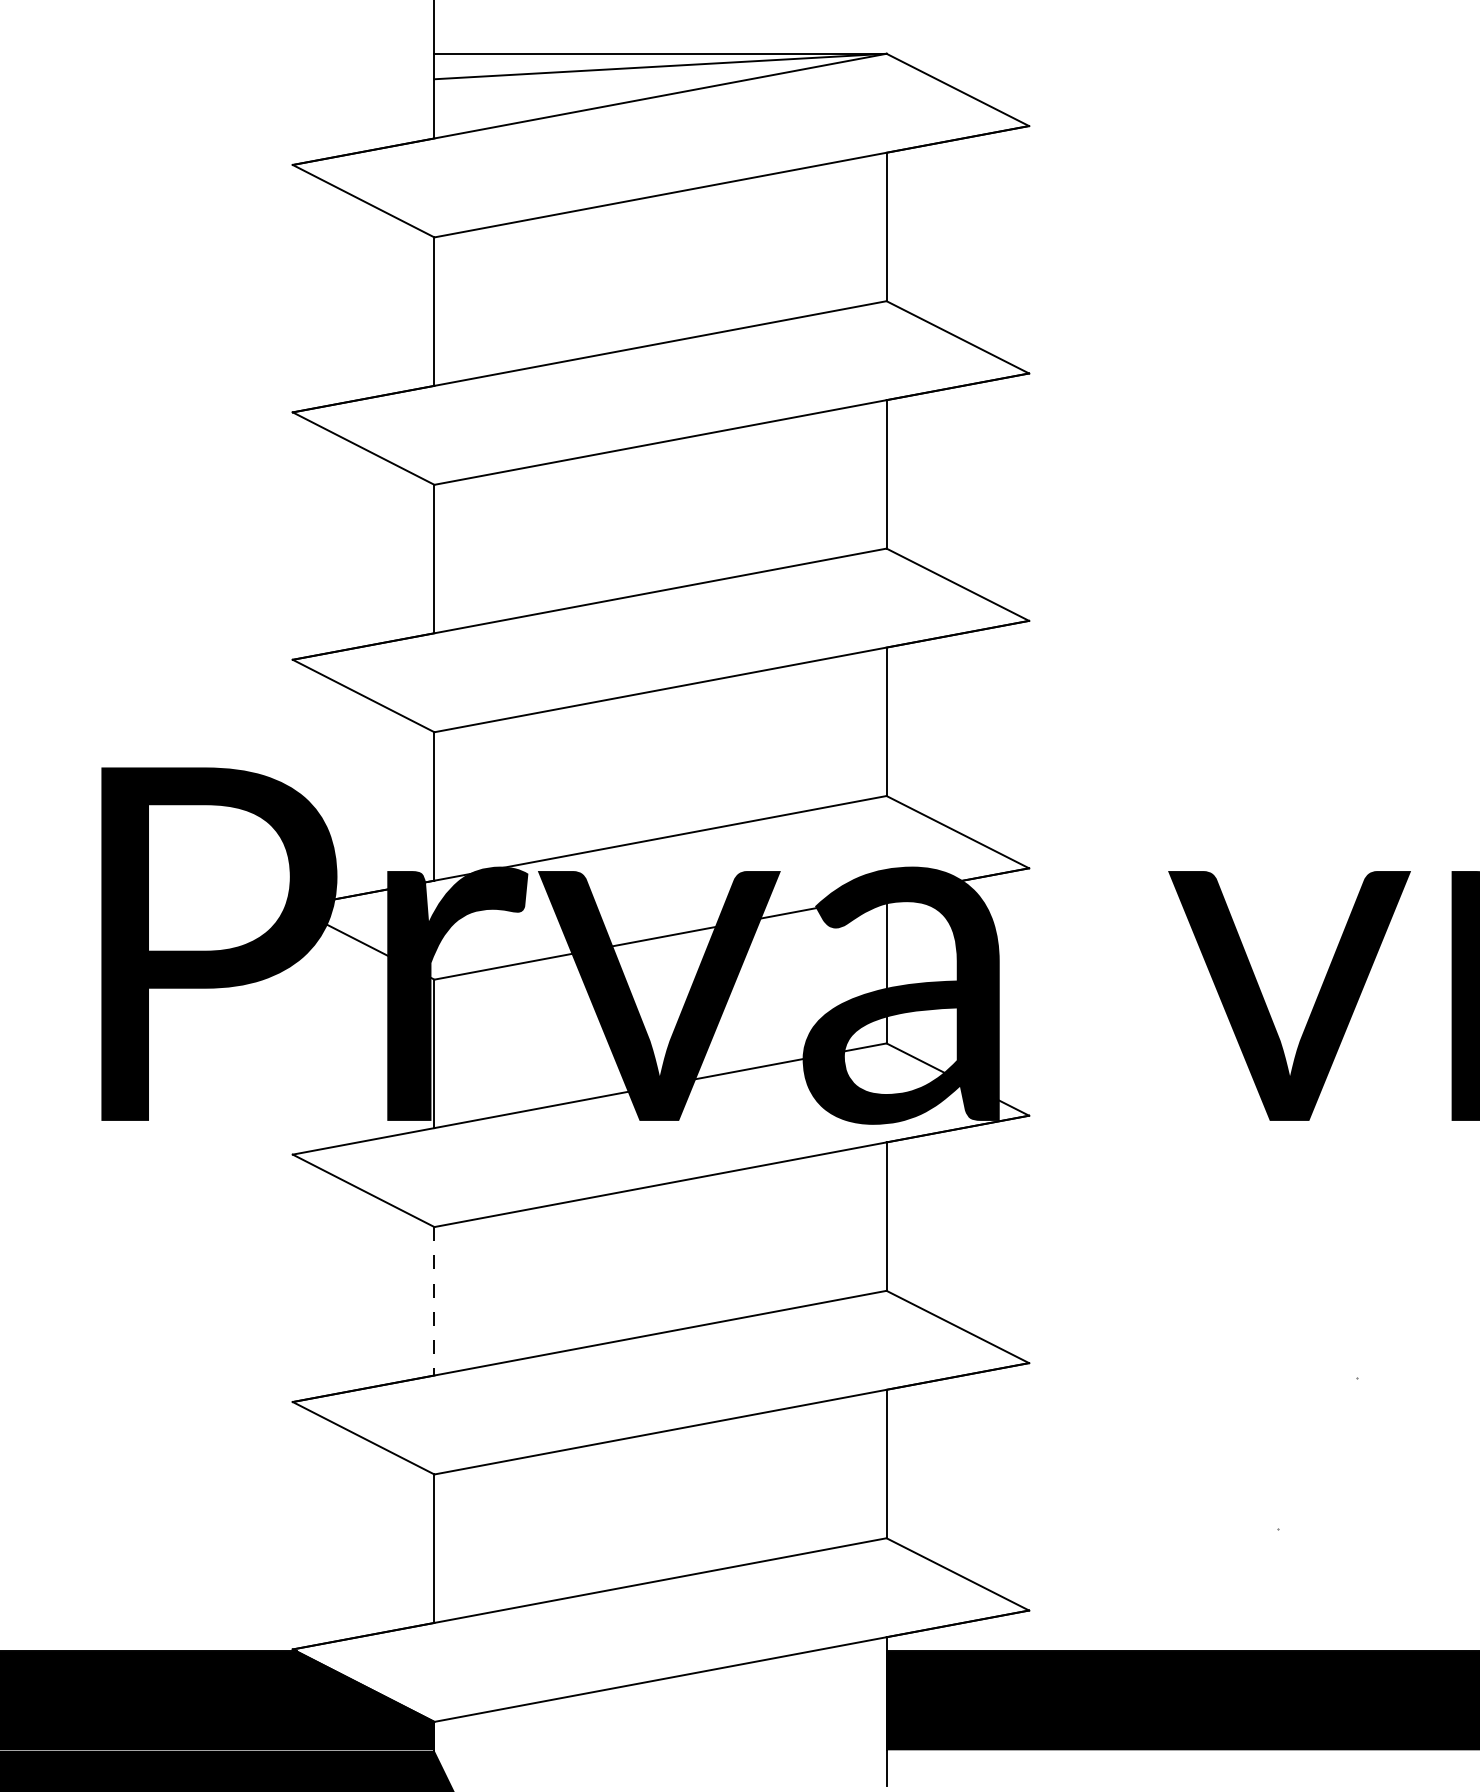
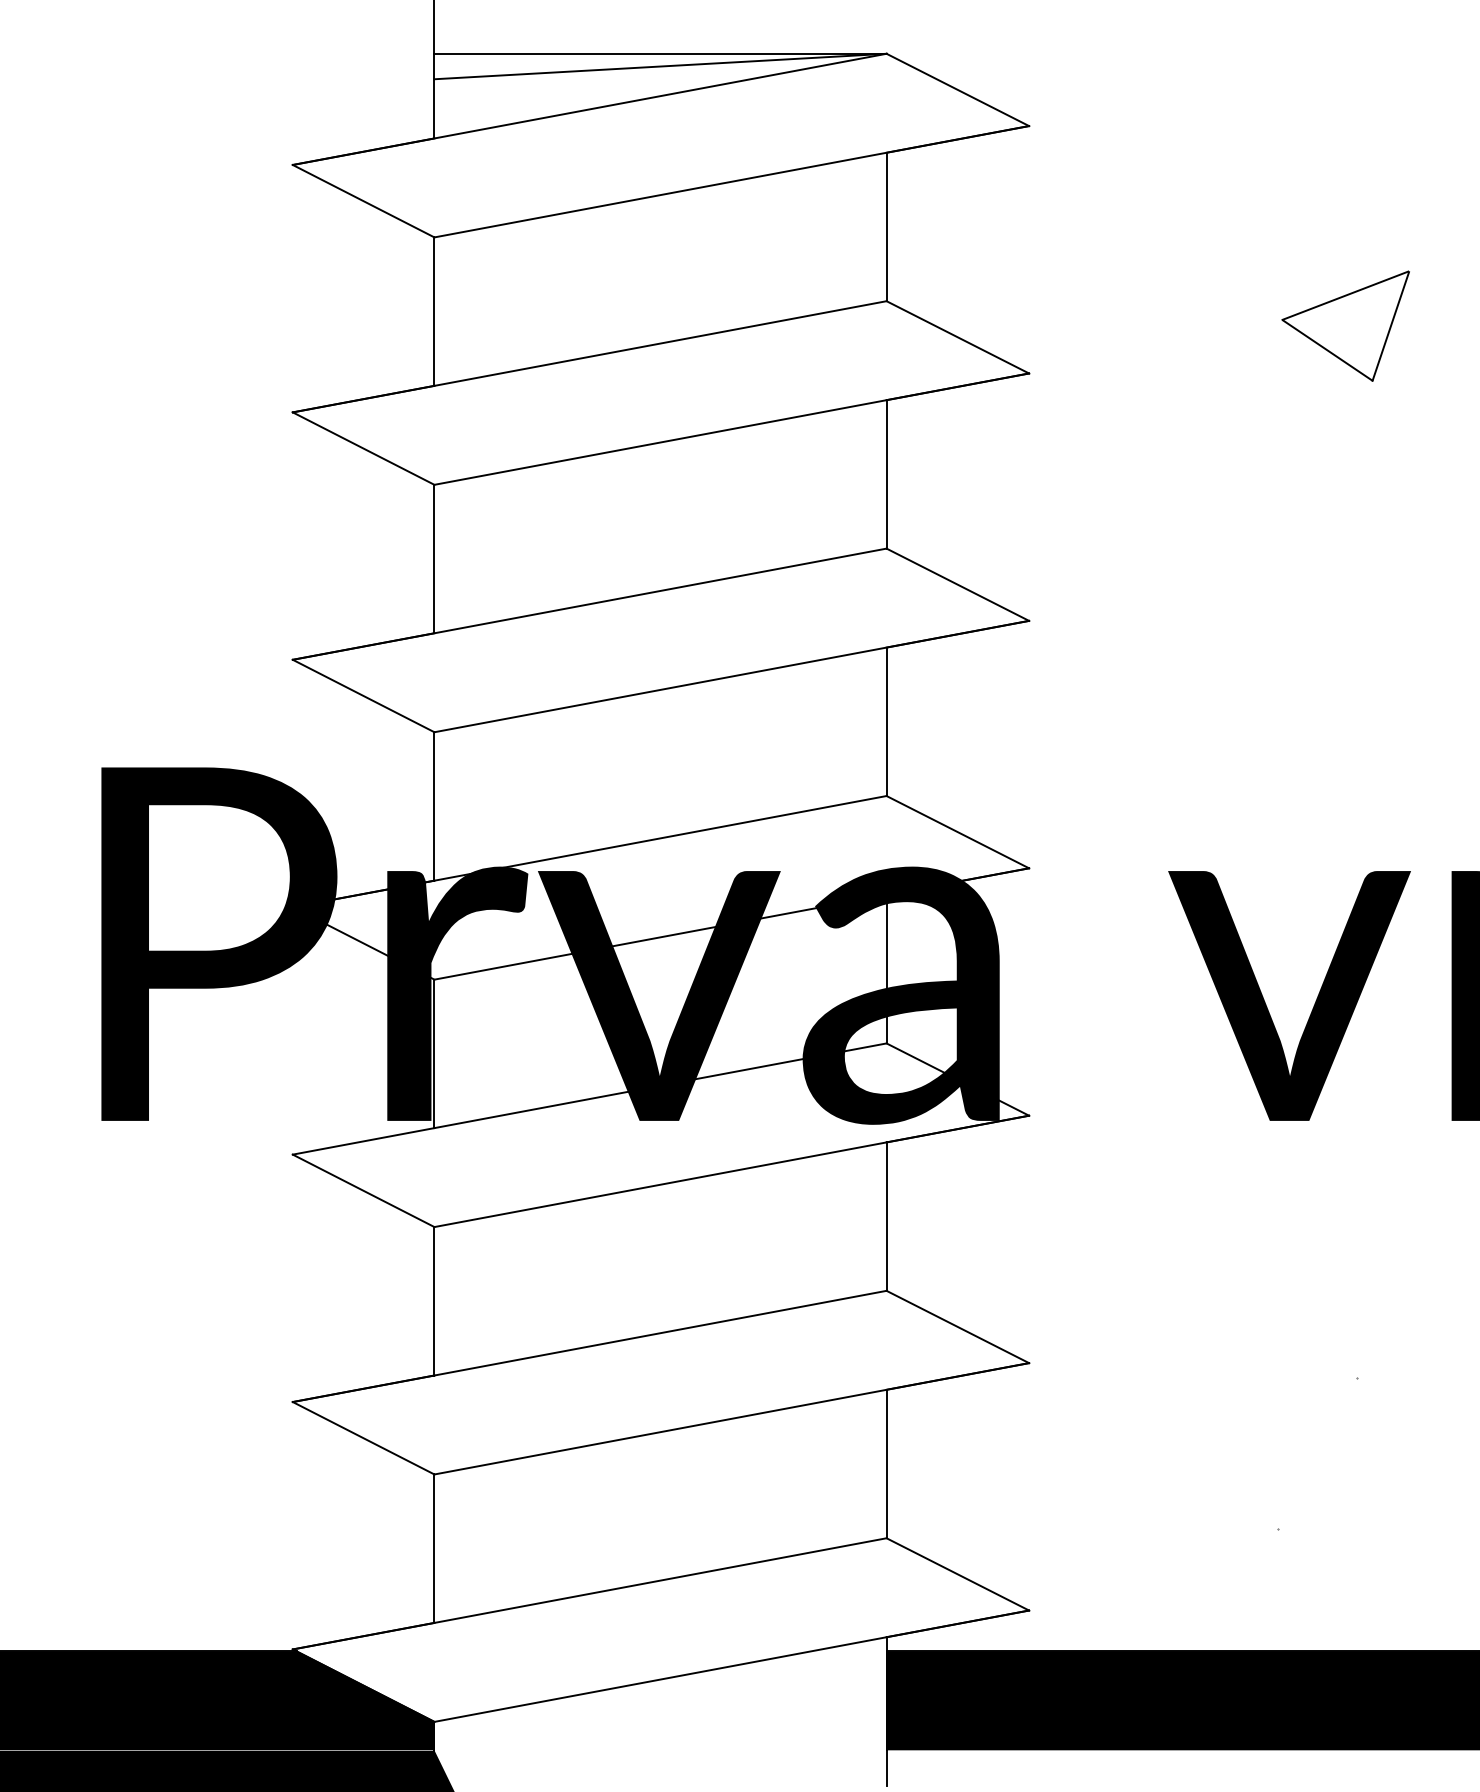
part at (1345, 325): none -> present
line at (434, 1301): dashed -> solid
